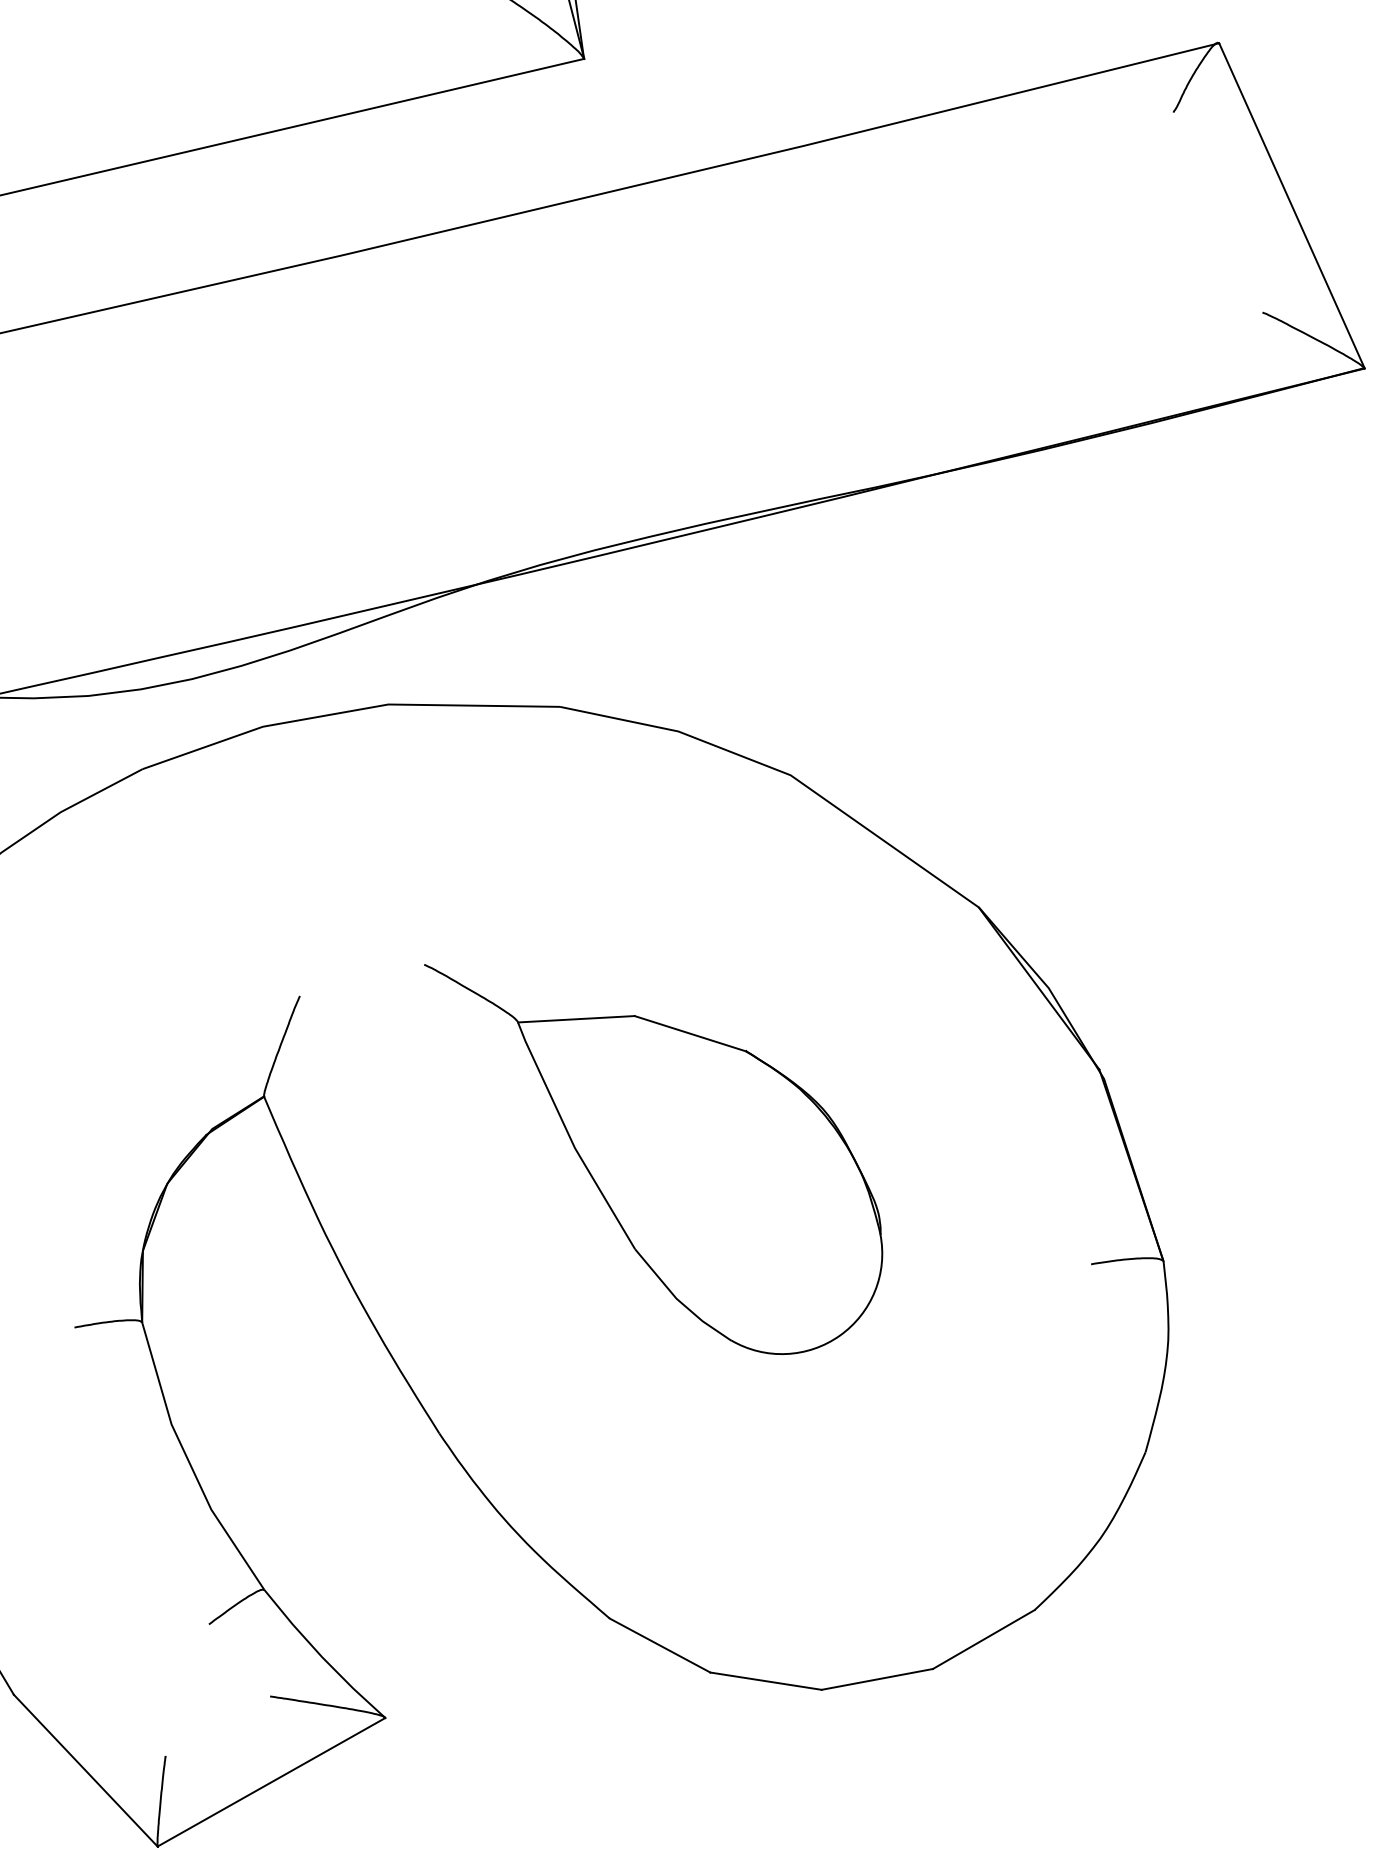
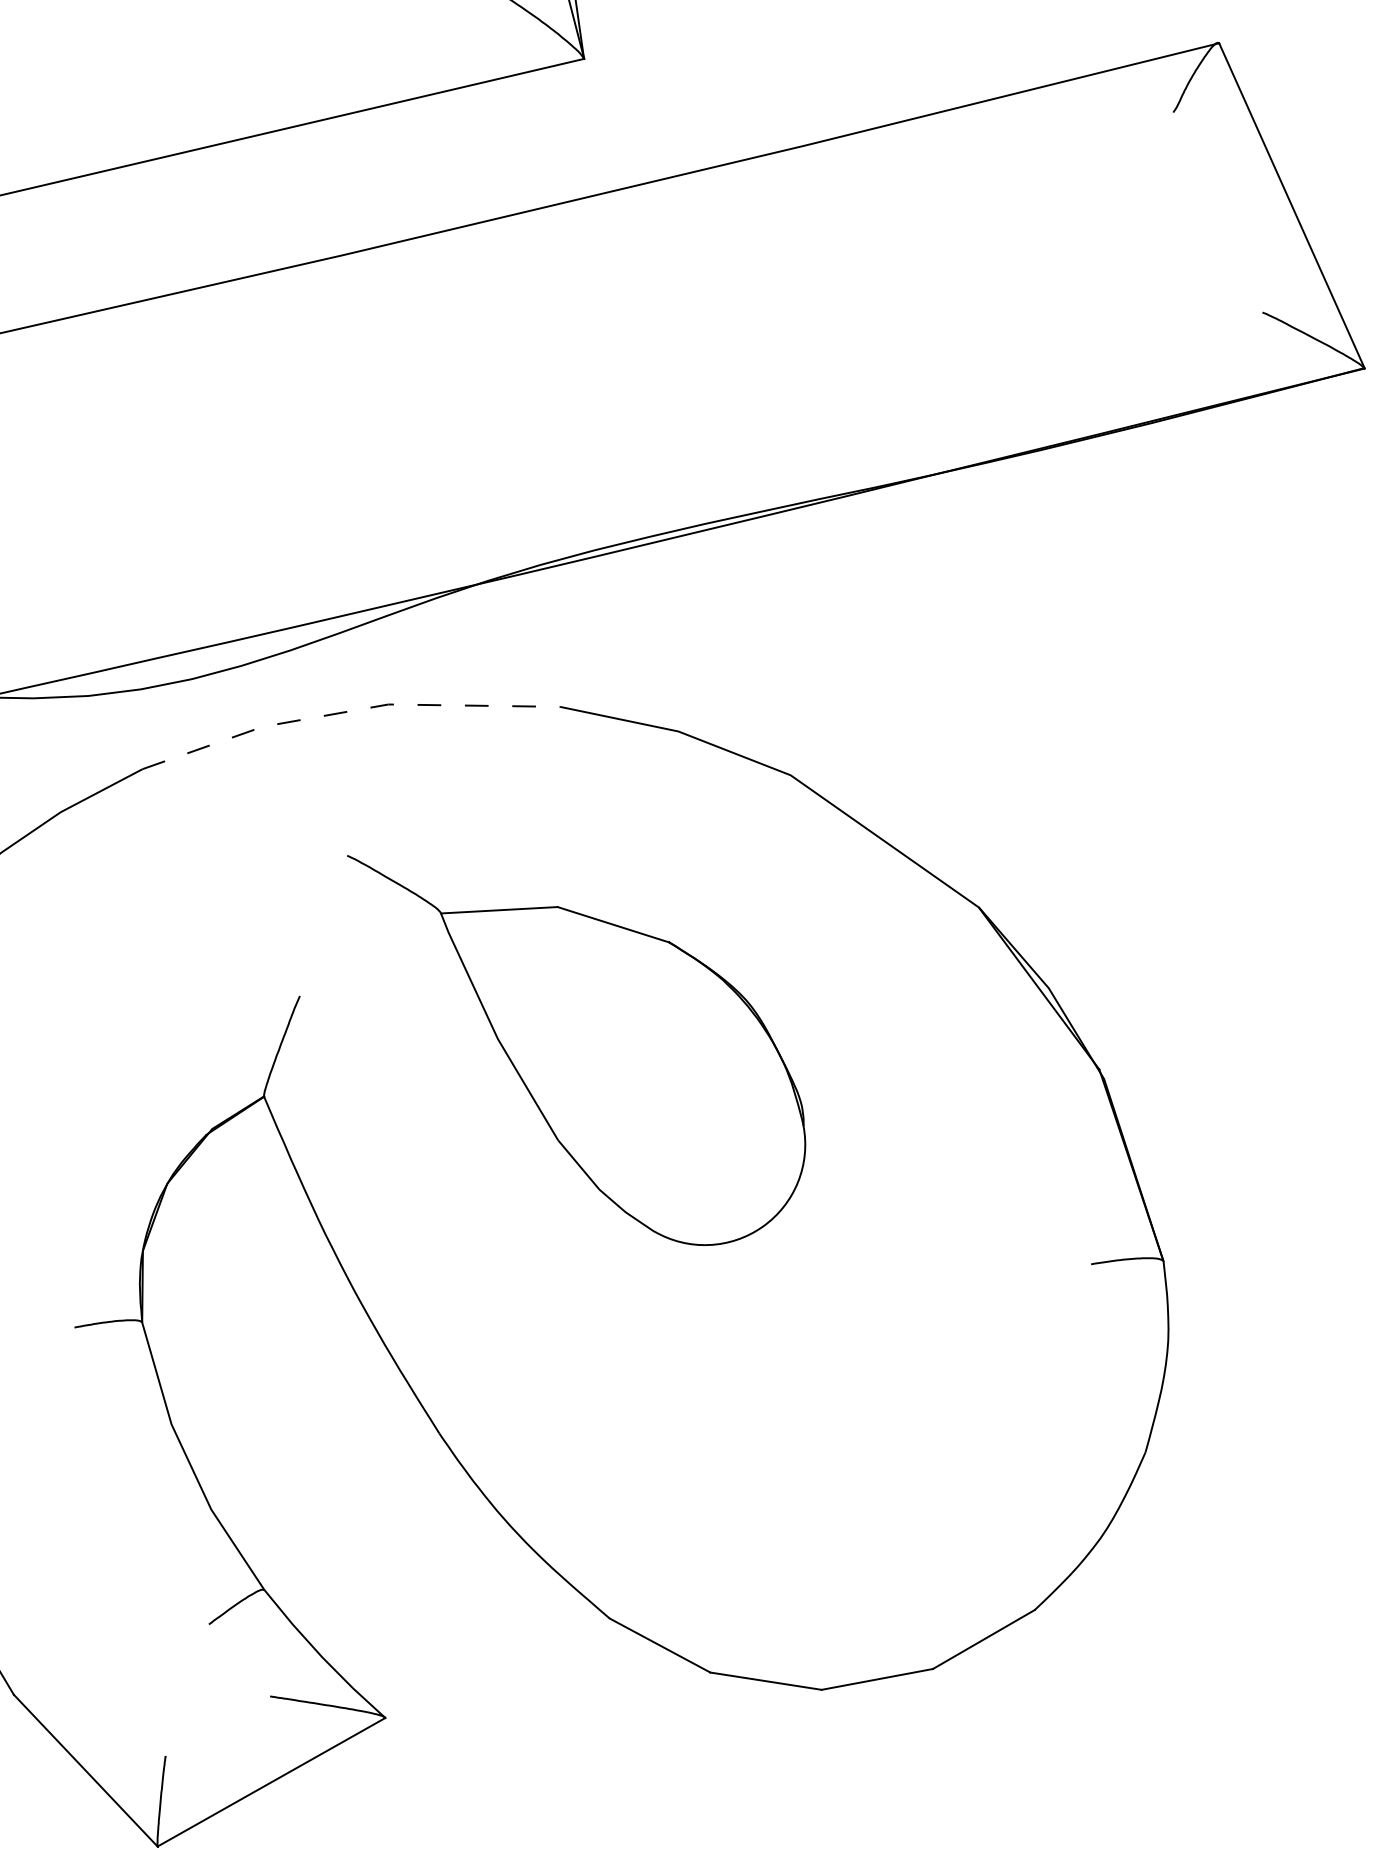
line at (347, 711): solid -> dashed
part at (653, 1159) position: (653, 1159) -> (576, 1050)
